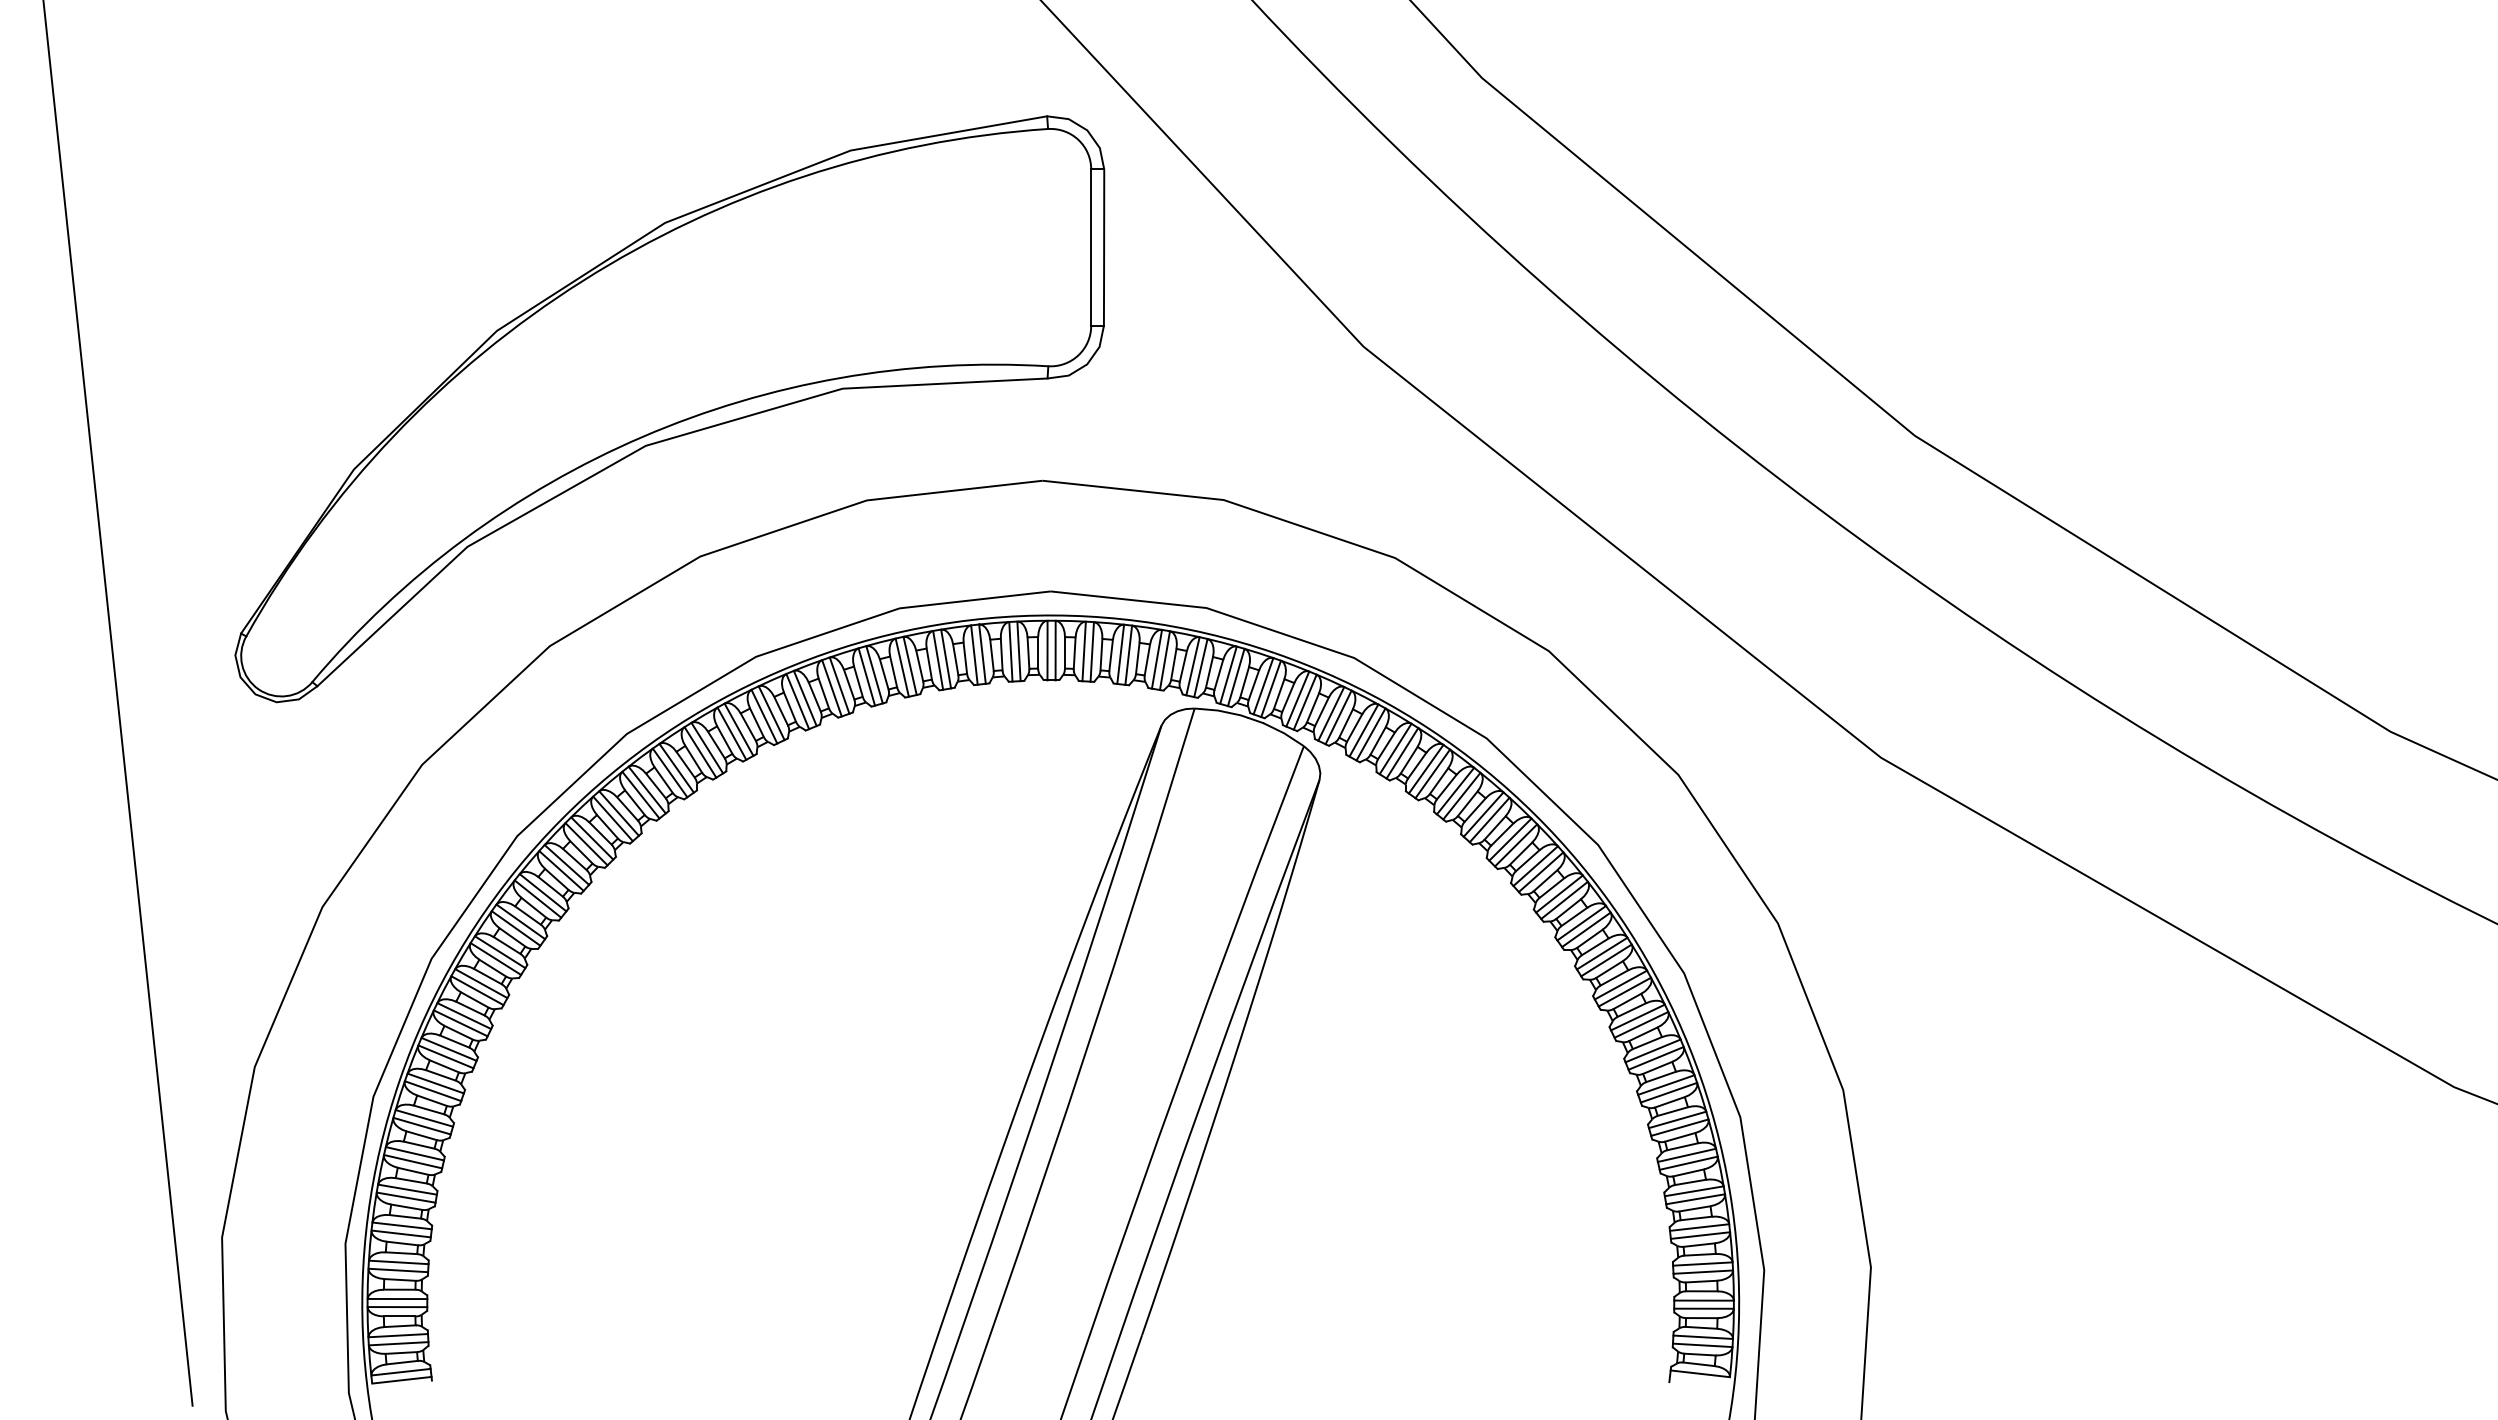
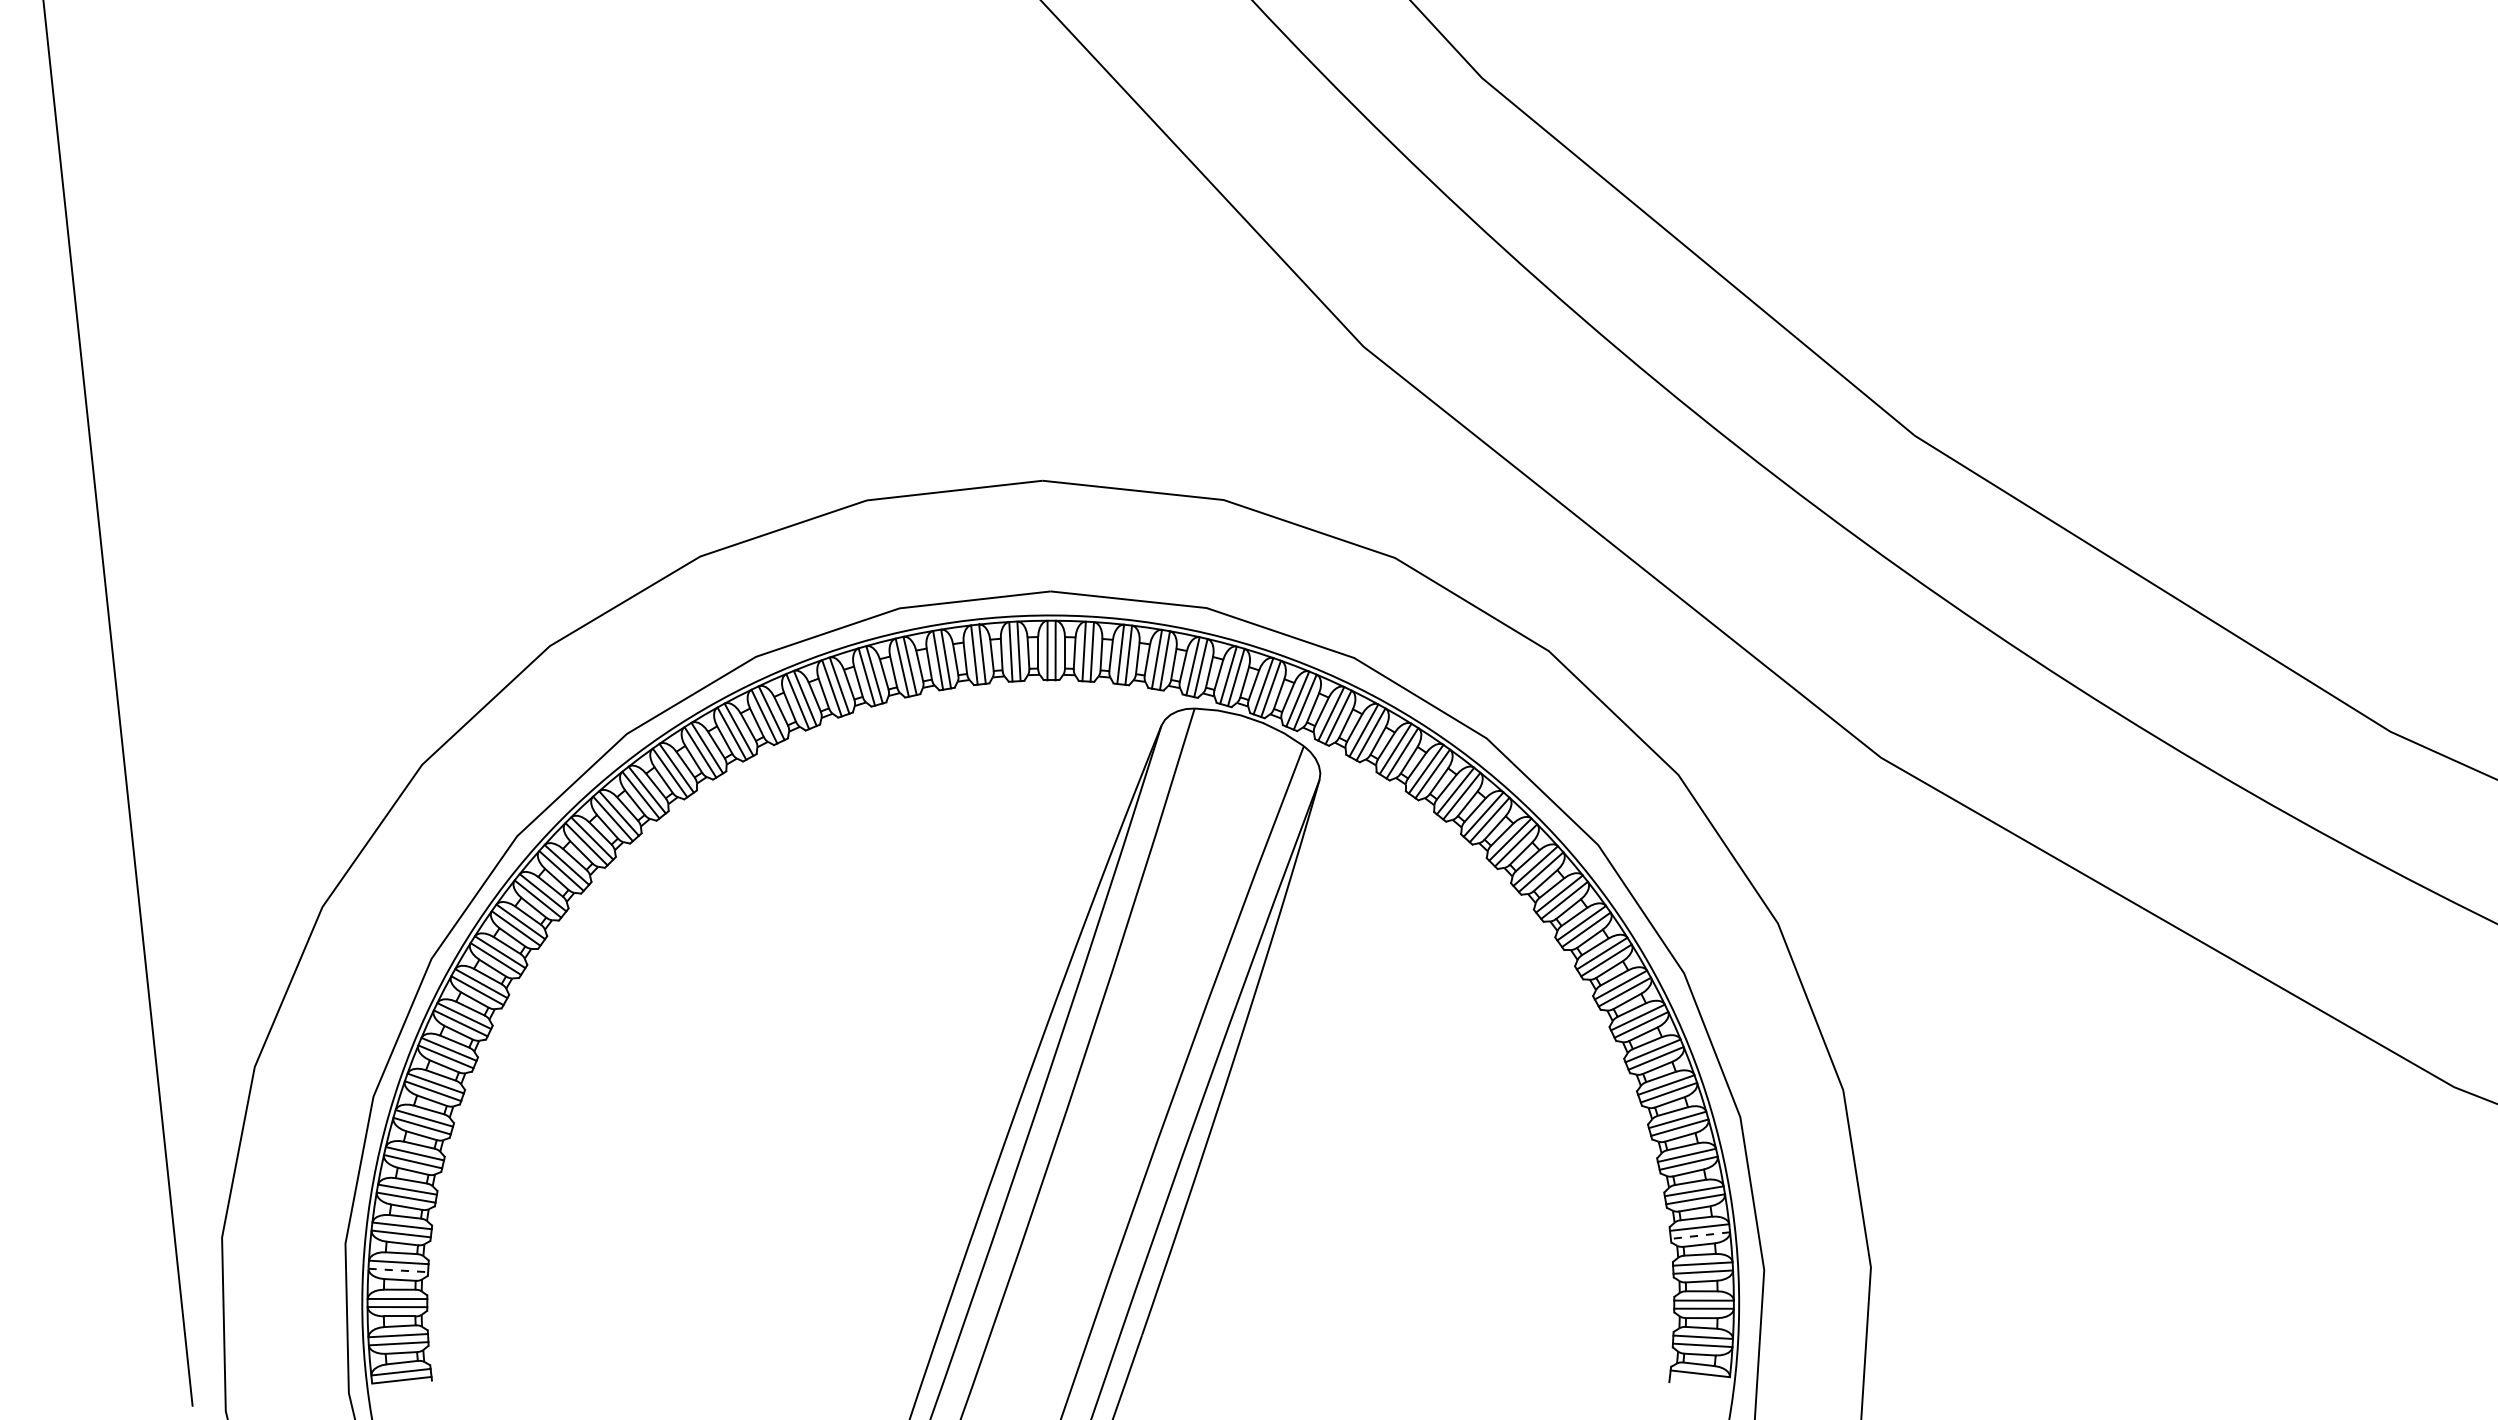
part at (669, 409): present -> none
line at (1700, 1235): solid -> dashed
line at (398, 1270): solid -> dashed
